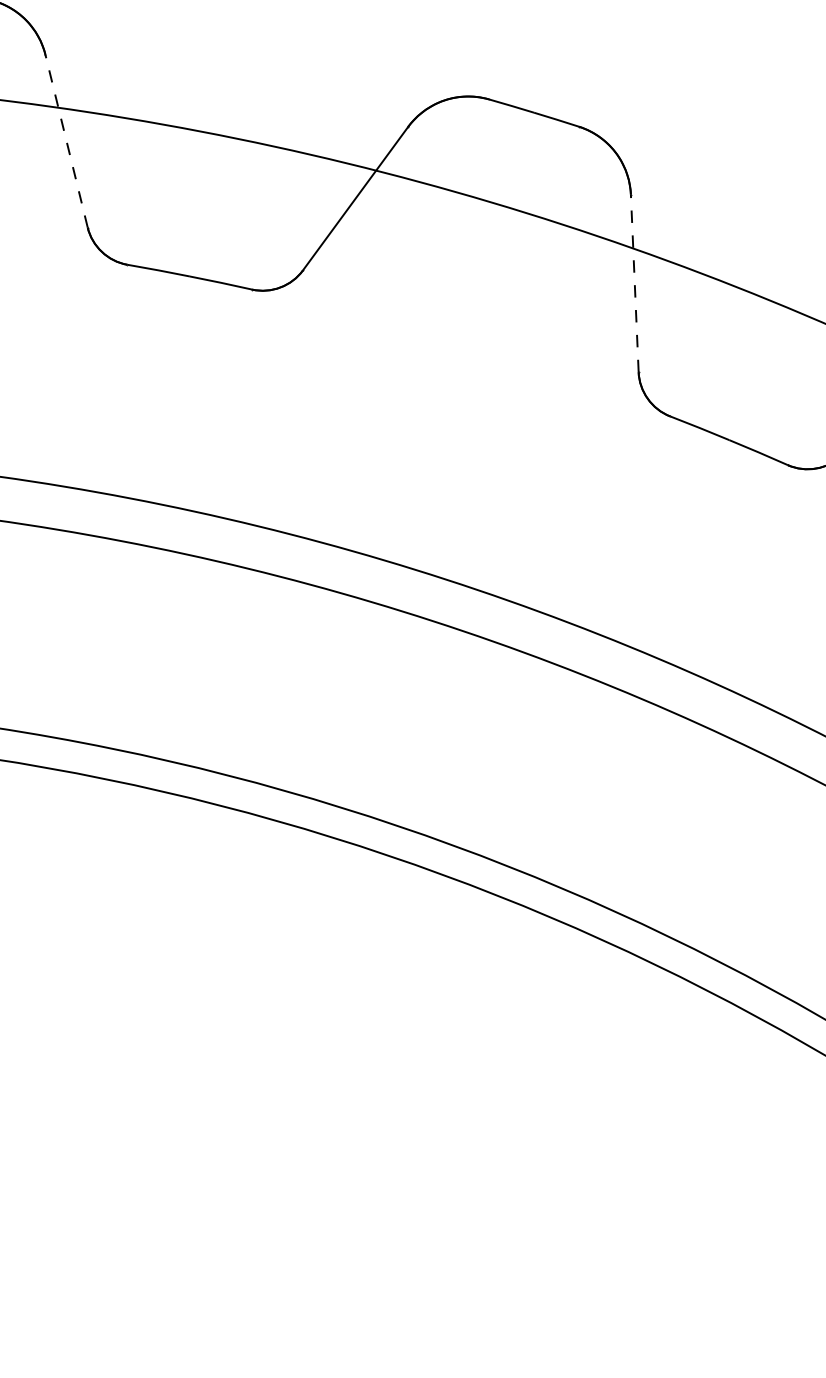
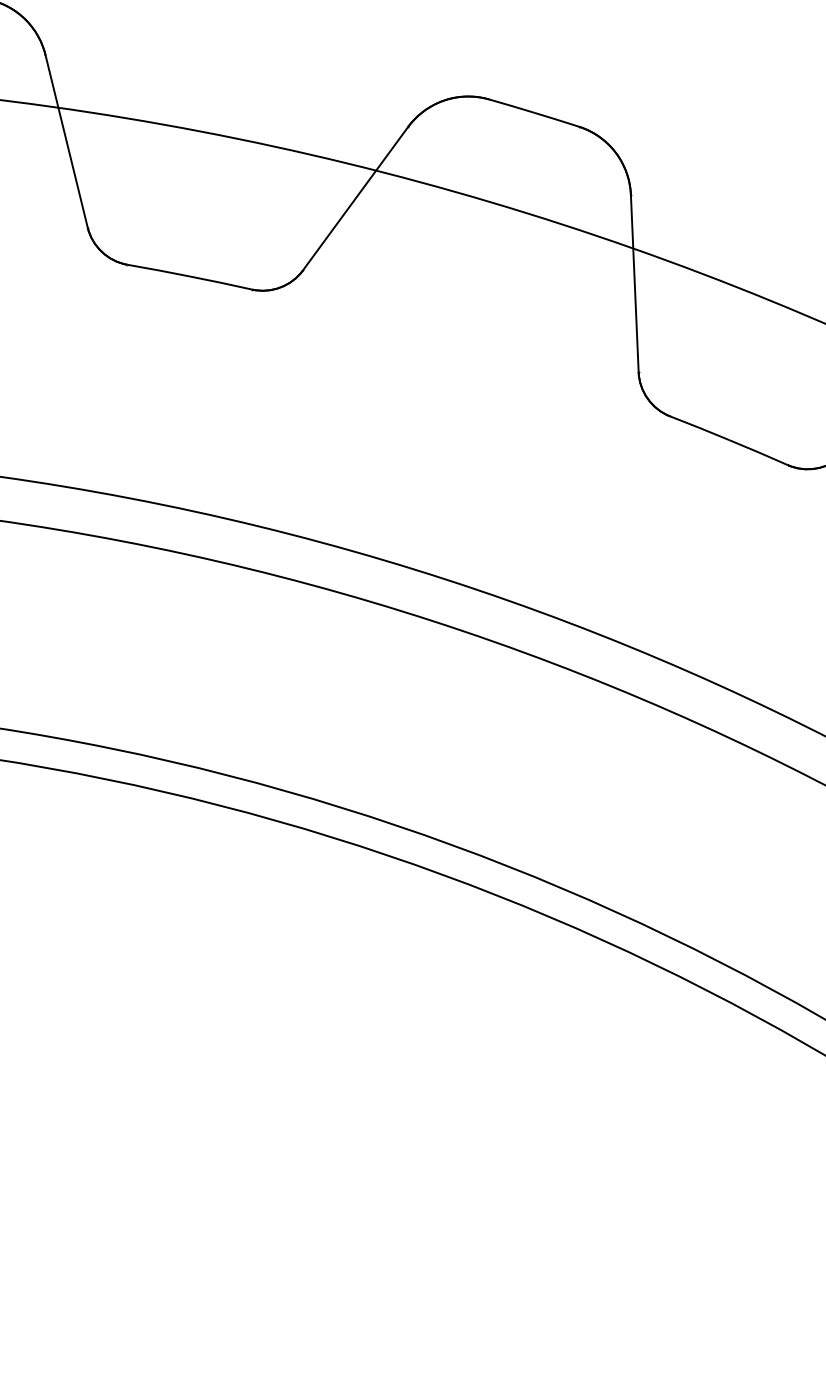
line at (66, 141): dashed -> solid
line at (634, 283): dashed -> solid
